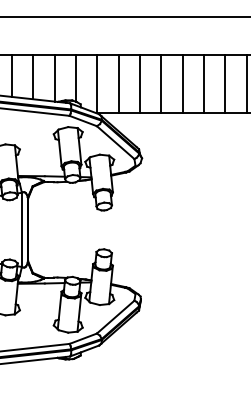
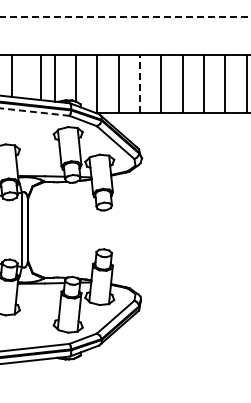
line at (125, 17): solid -> dashed
line at (33, 76) position: (33, 76) -> (41, 76)
line at (139, 83): solid -> dashed
line at (35, 112): solid -> dashed
